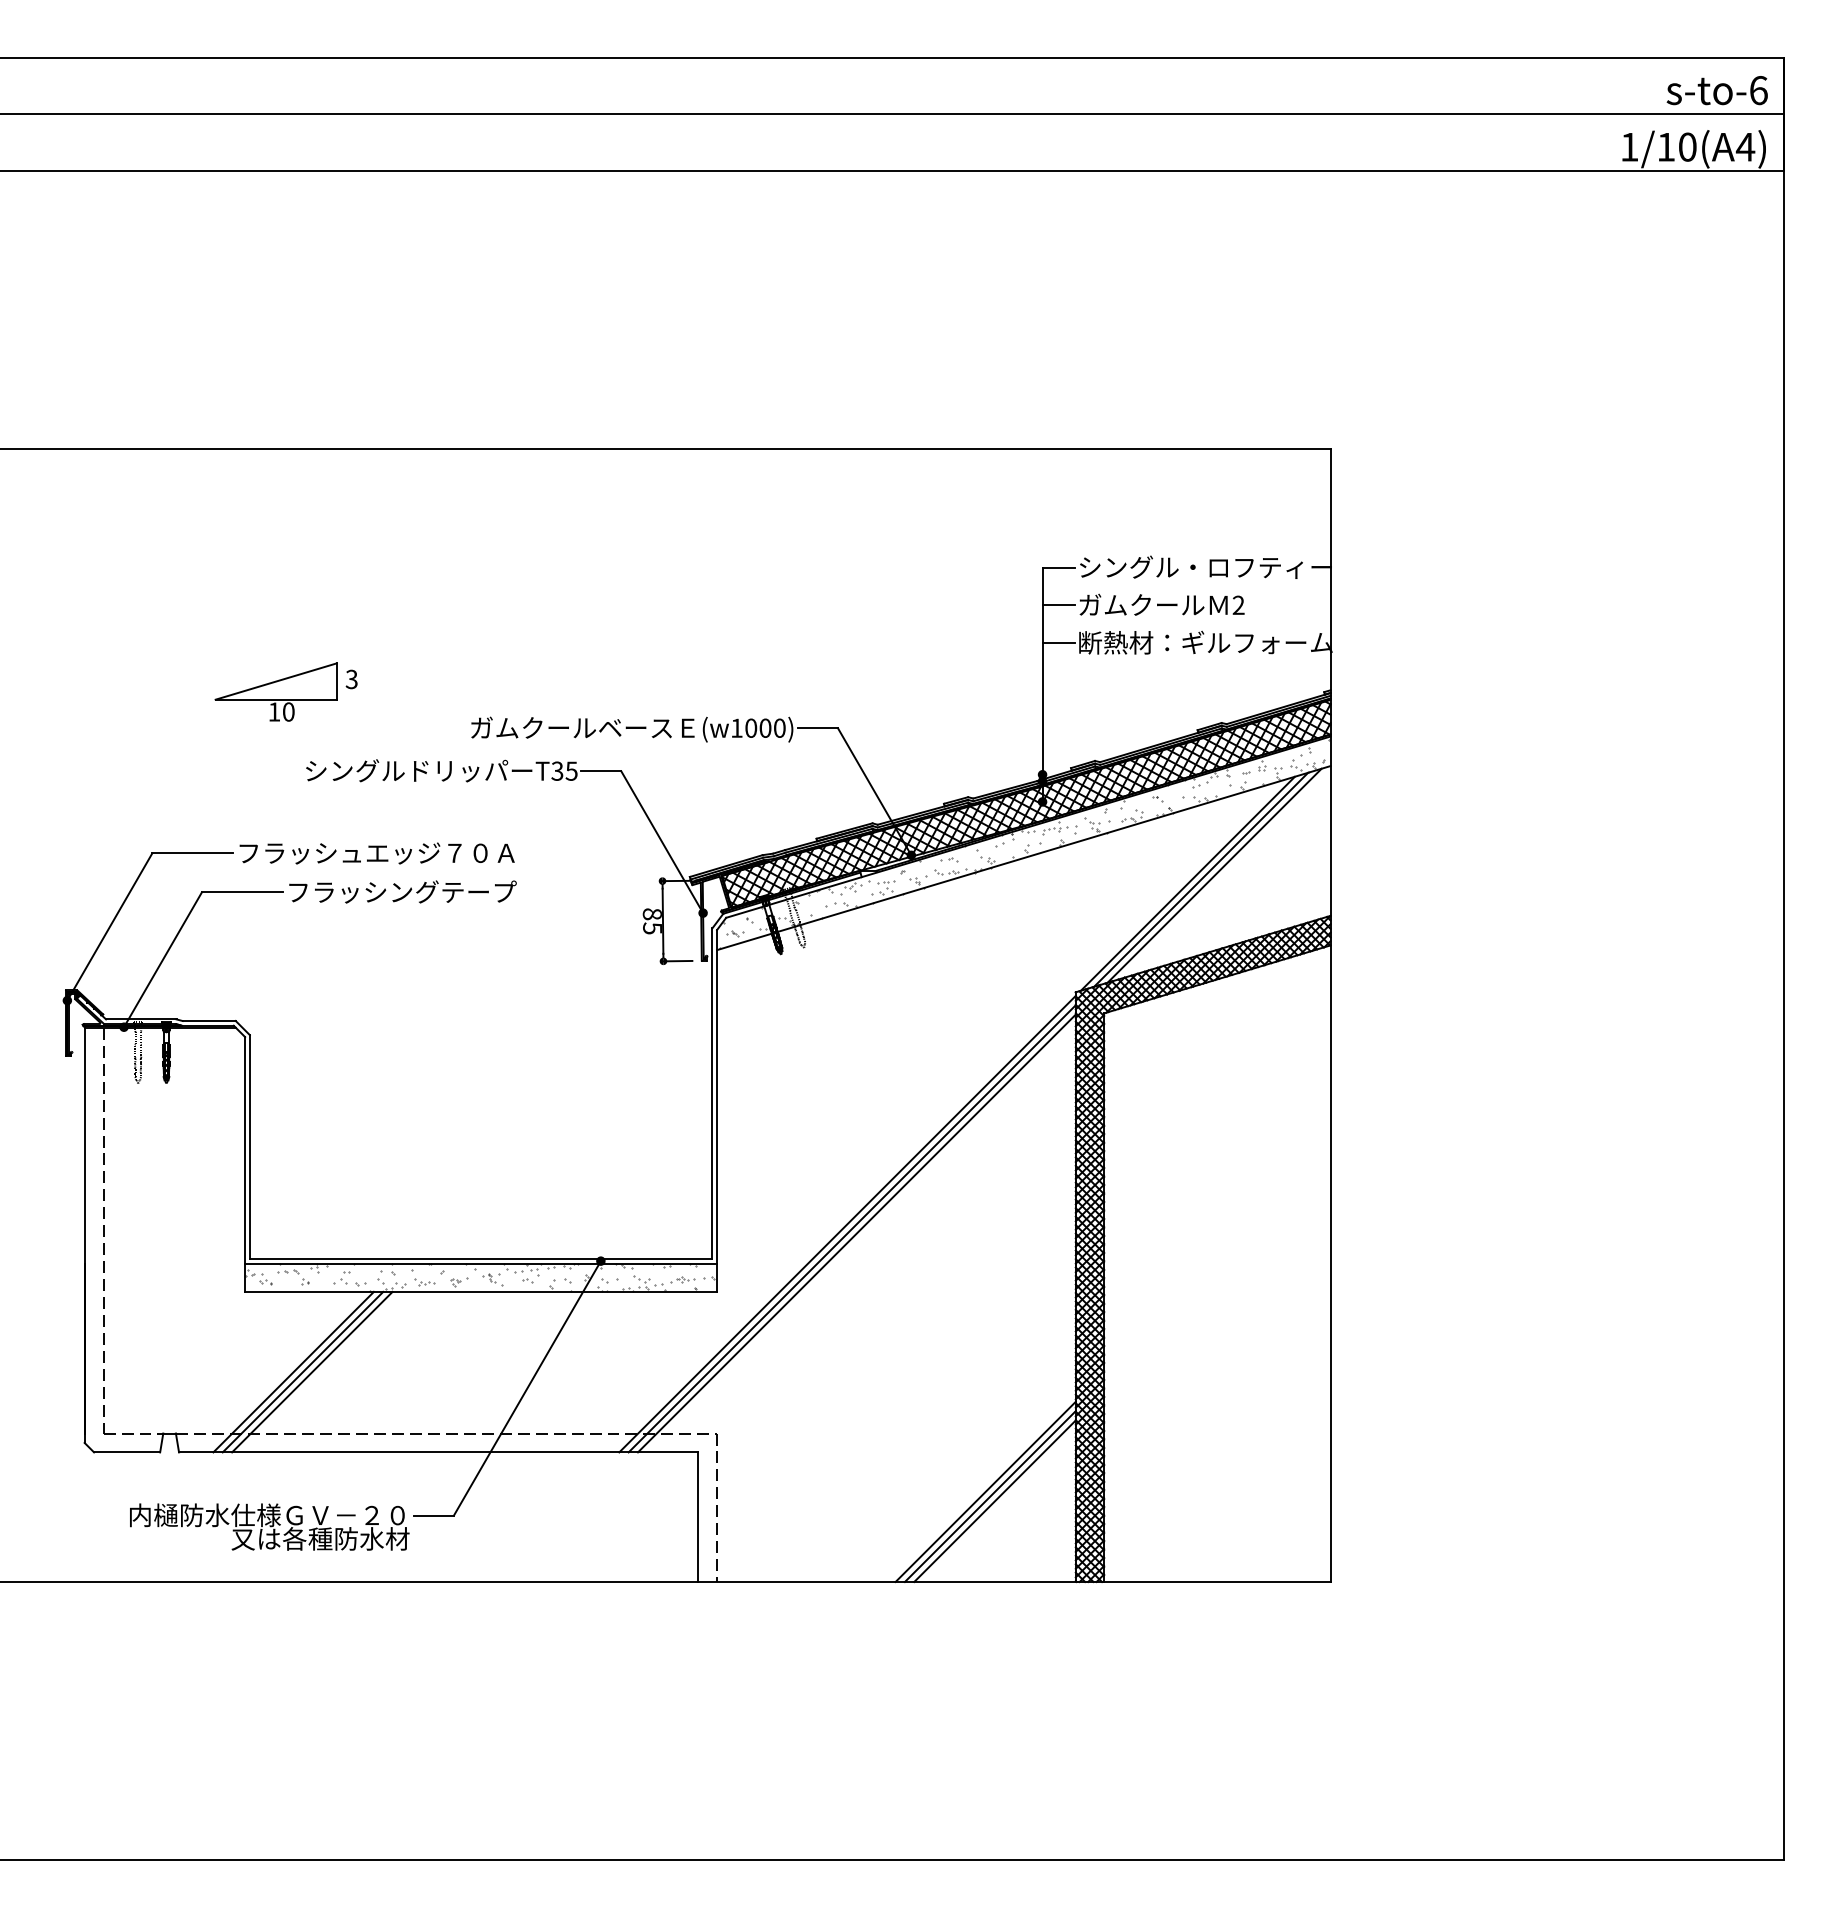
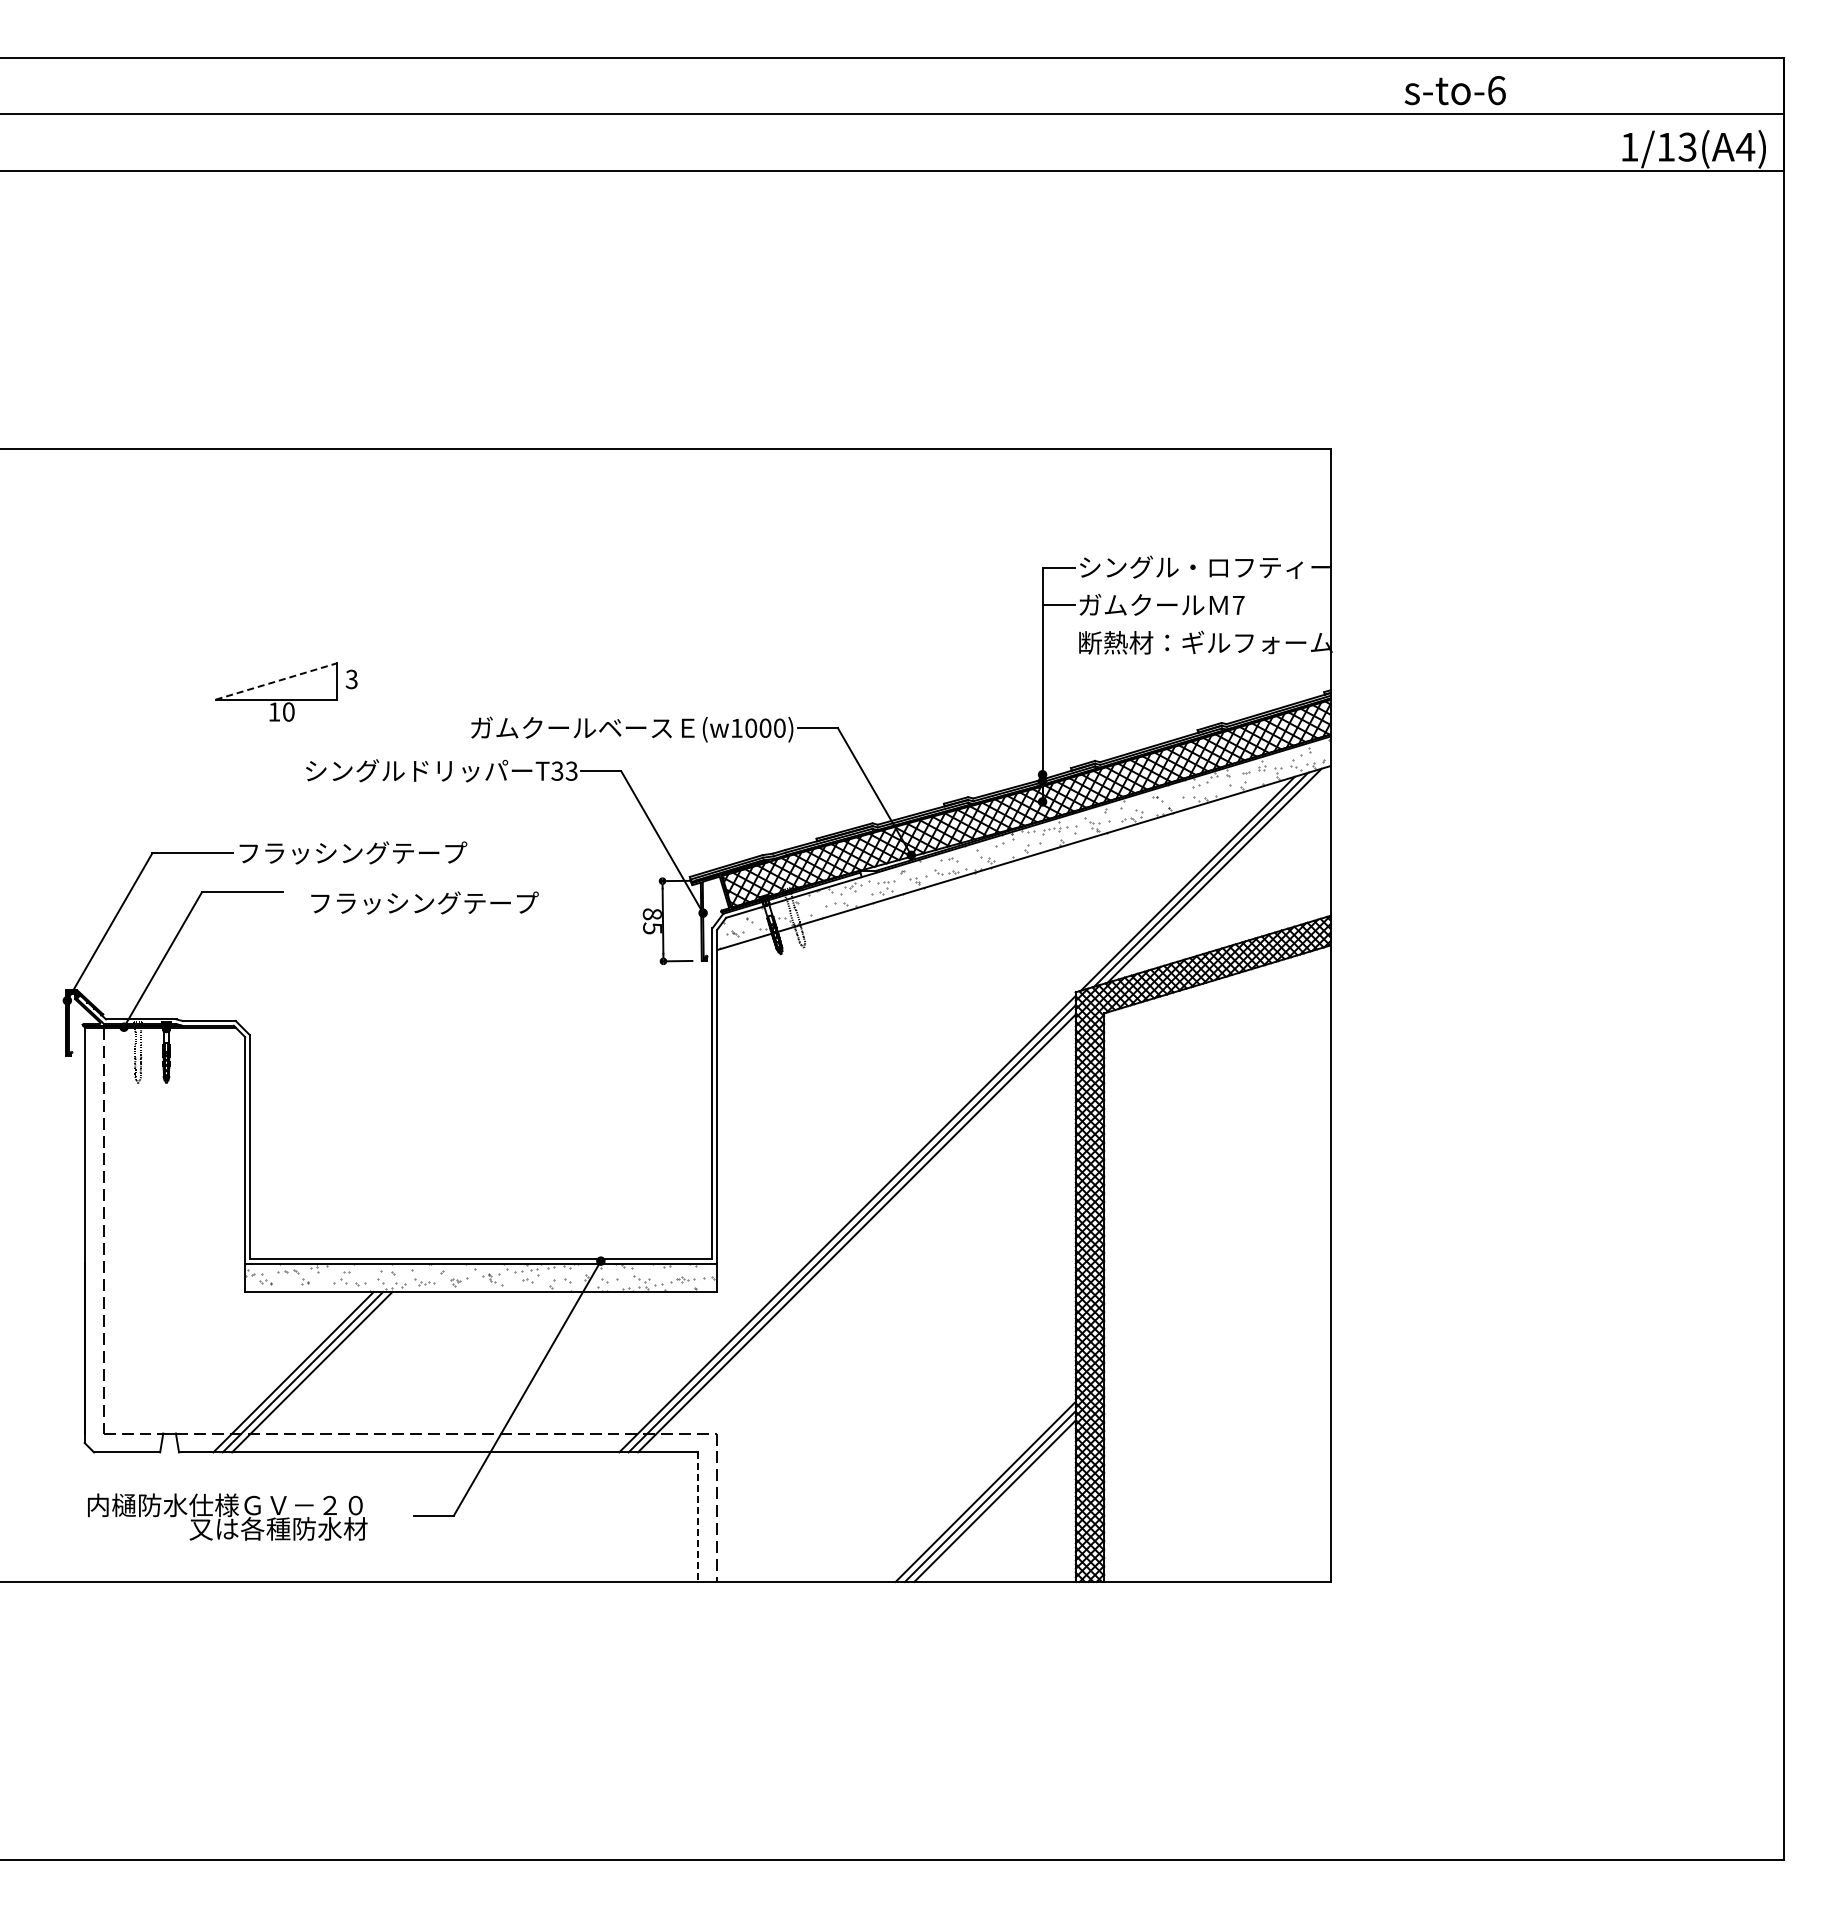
text at (1716, 90) position: (1716, 90) -> (1454, 90)
text at (1687, 146): 1/10(A4) -> 1/13(A4)
text at (1238, 604): 2 -> 7
line at (1058, 643): present -> none
line at (276, 681): solid -> dashed
text at (571, 770): T35 -> T33
text at (428, 852): フラッシュエッジ７０Ａ -> フラッシングテープ
text at (402, 891) position: (402, 891) -> (424, 902)
line at (698, 1517): solid -> dashed
text at (269, 1526) position: (269, 1526) -> (227, 1516)
